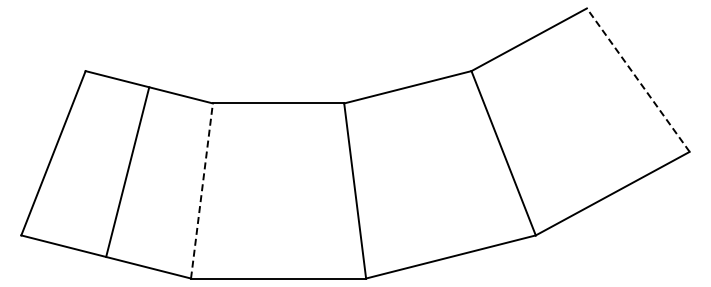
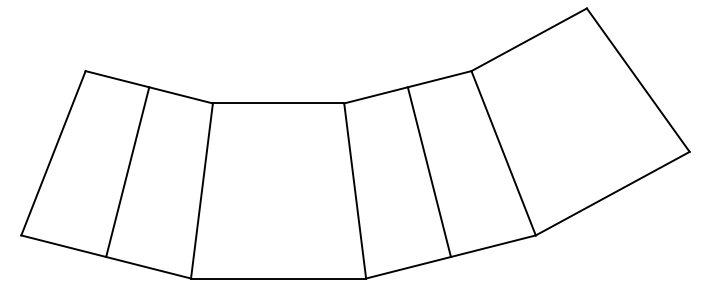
line at (637, 79): dashed -> solid
line at (428, 171): none -> present
line at (202, 190): dashed -> solid
